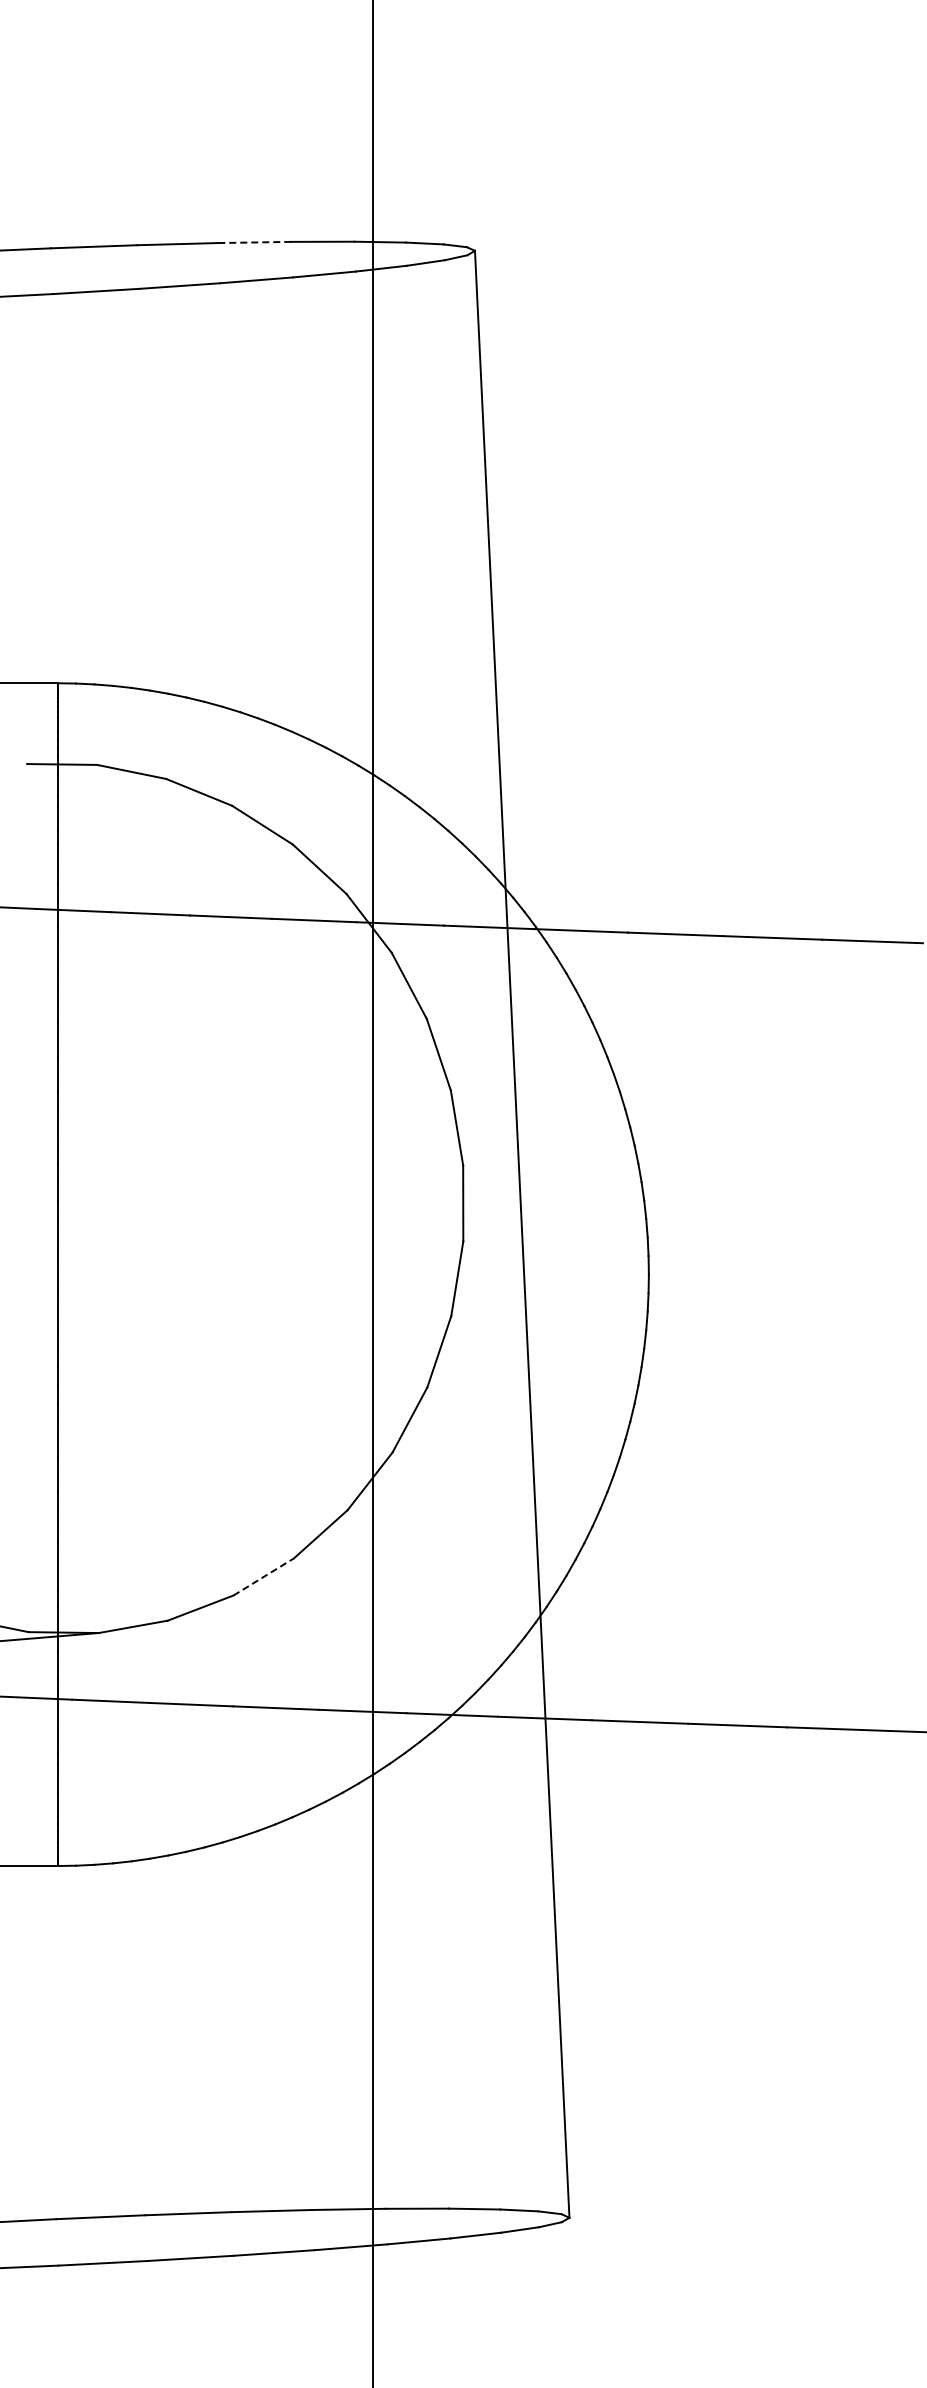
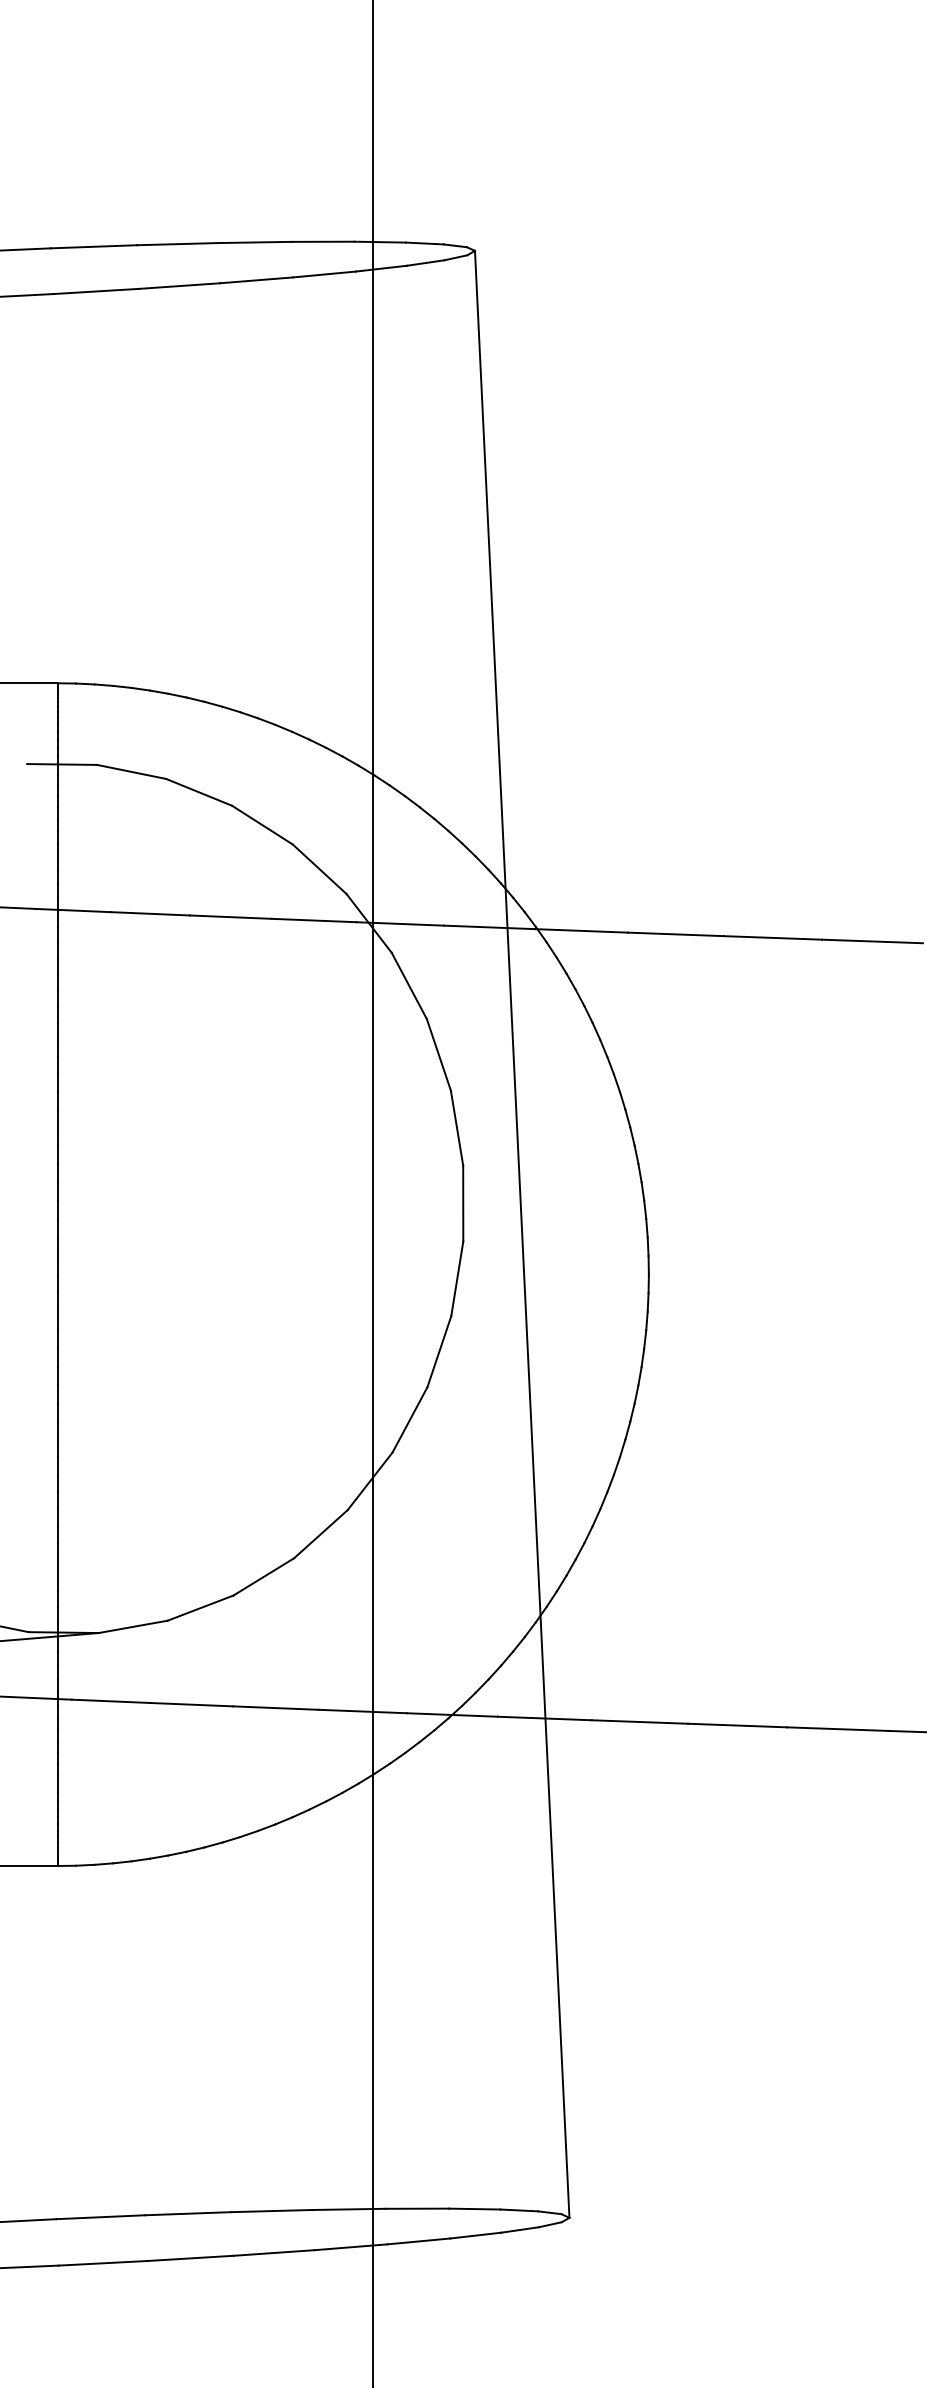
line at (254, 242): dashed -> solid
line at (263, 1576): dashed -> solid
